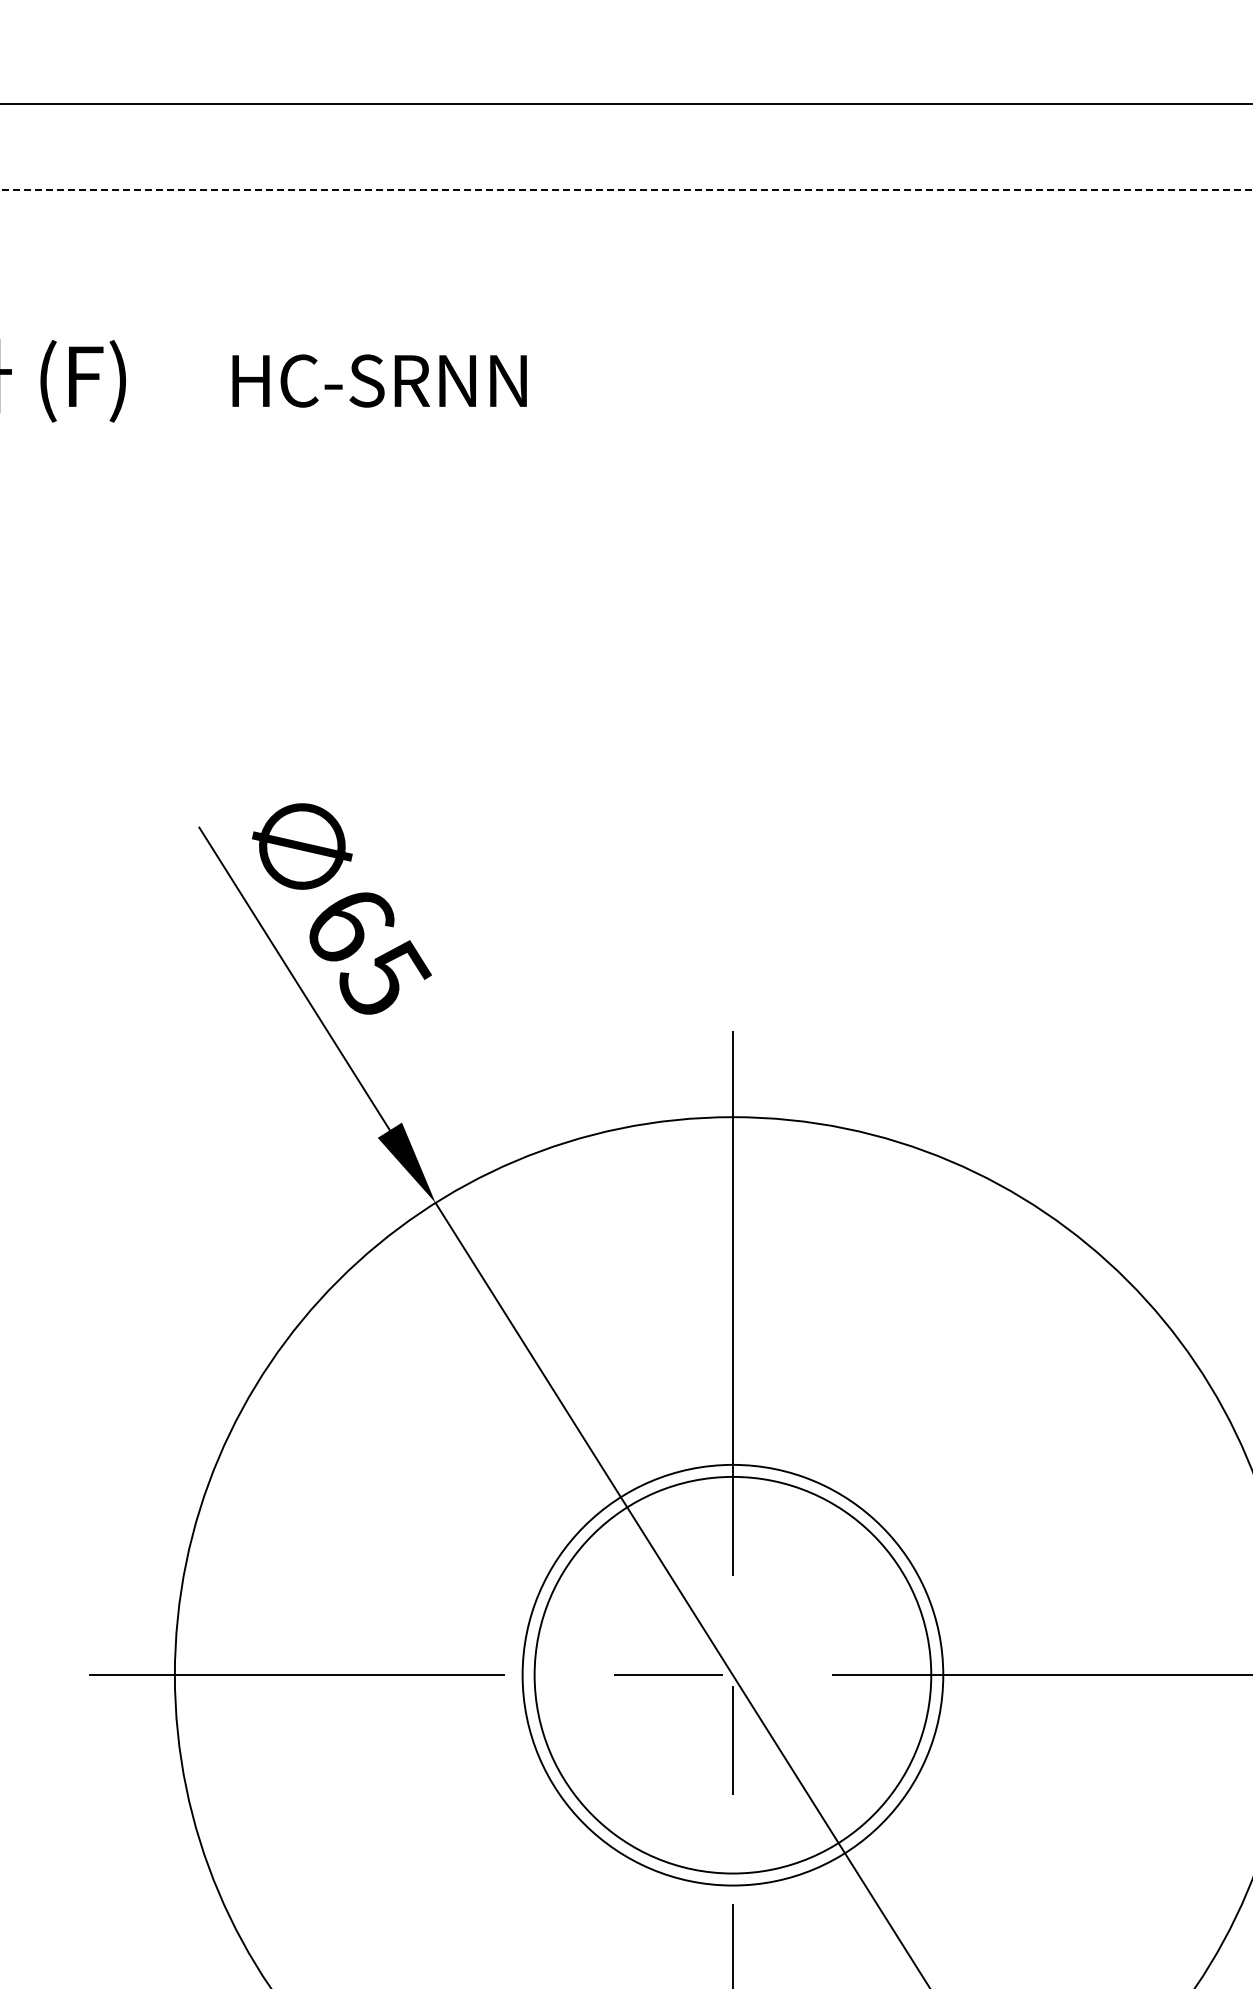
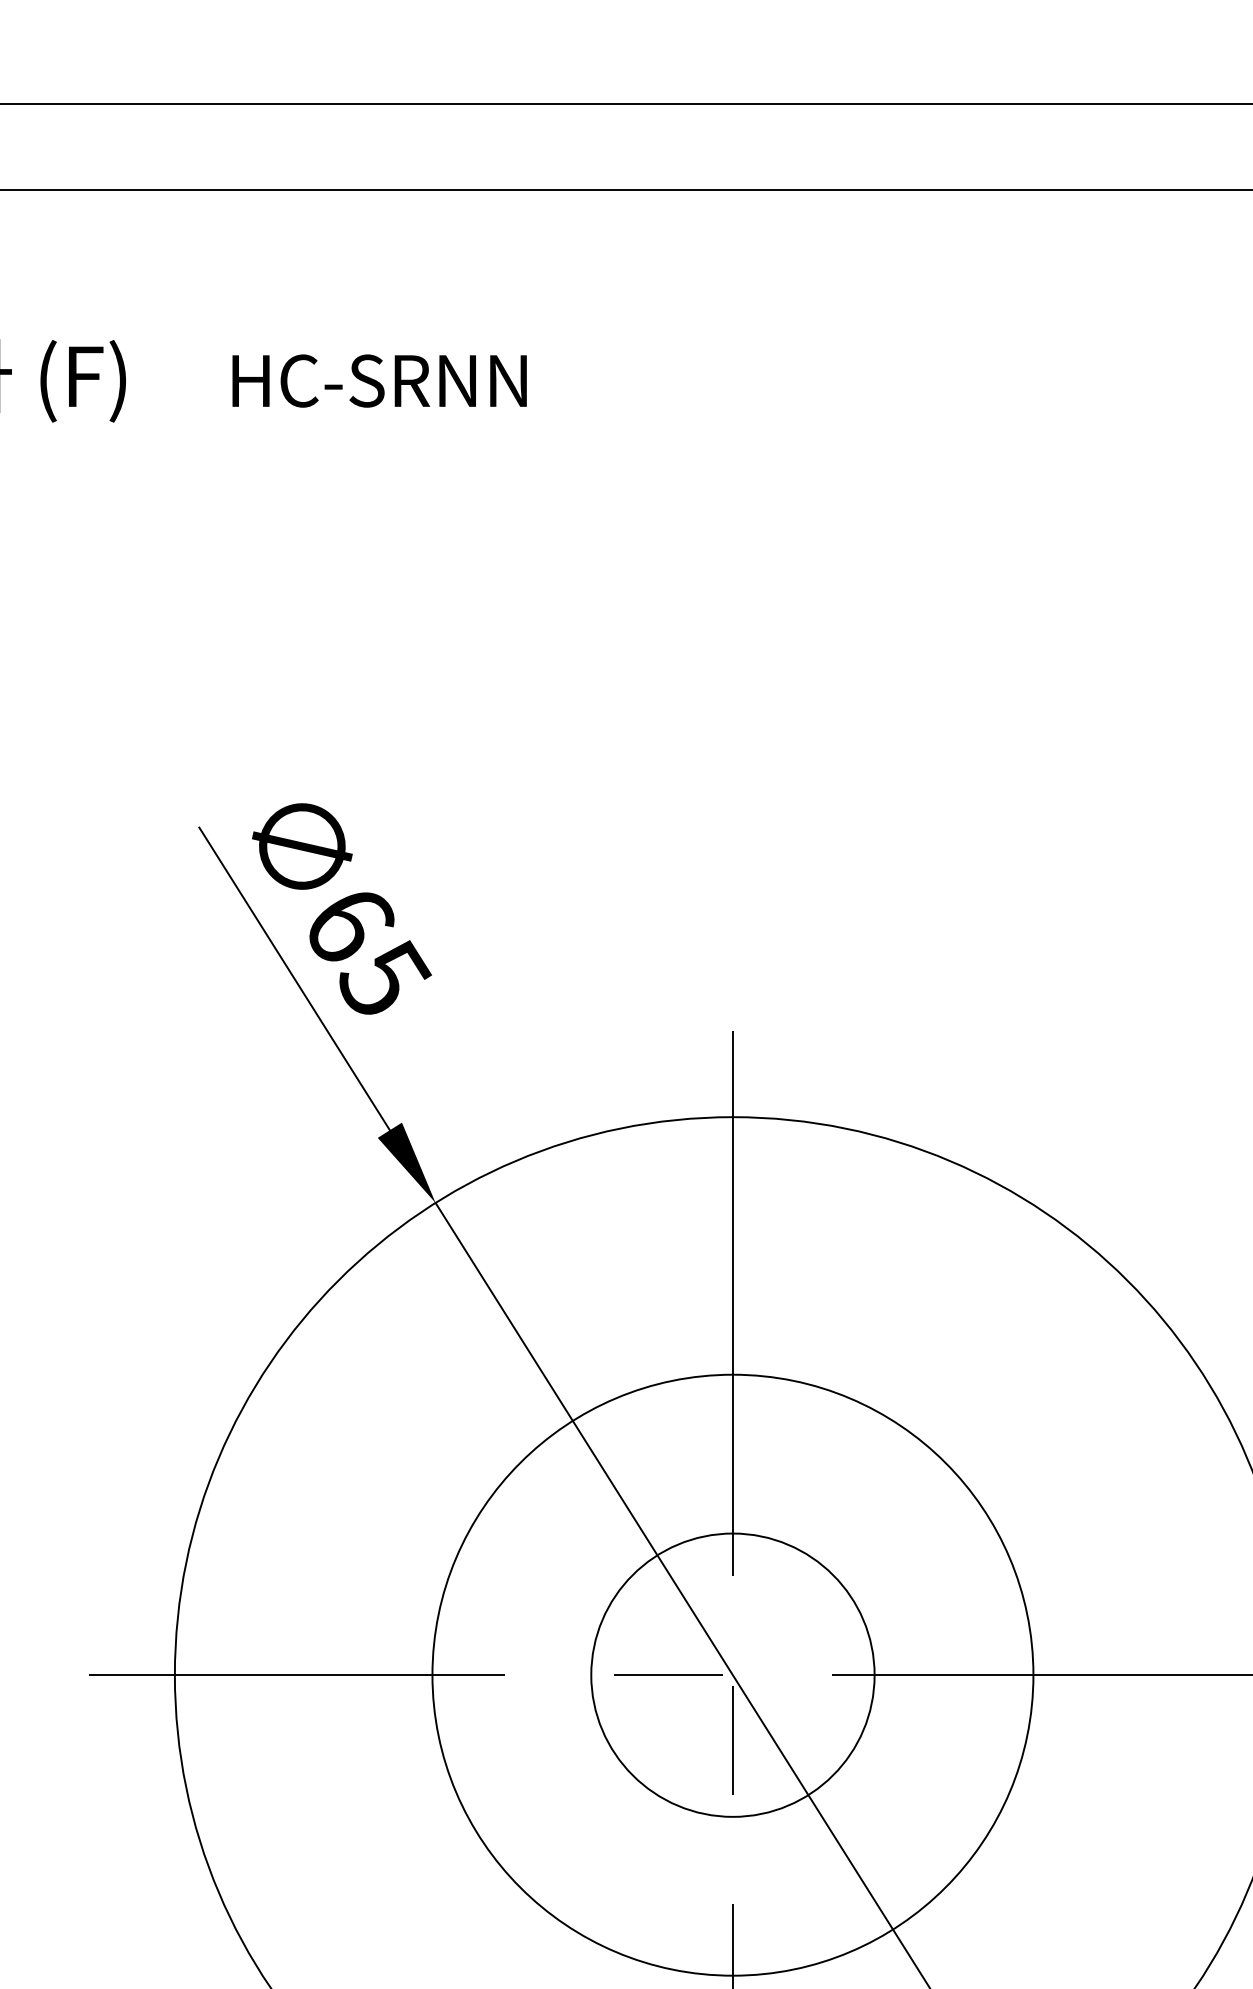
line at (626, 189): dashed -> solid
circle at (732, 1674) diameter: 397 px -> 283 px
circle at (732, 1674) diameter: 421 px -> 601 px
